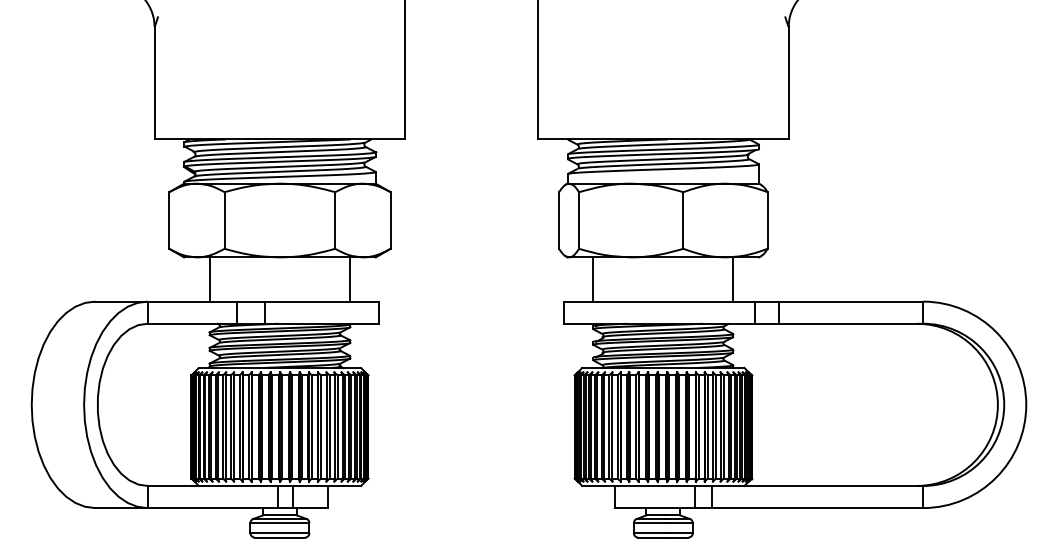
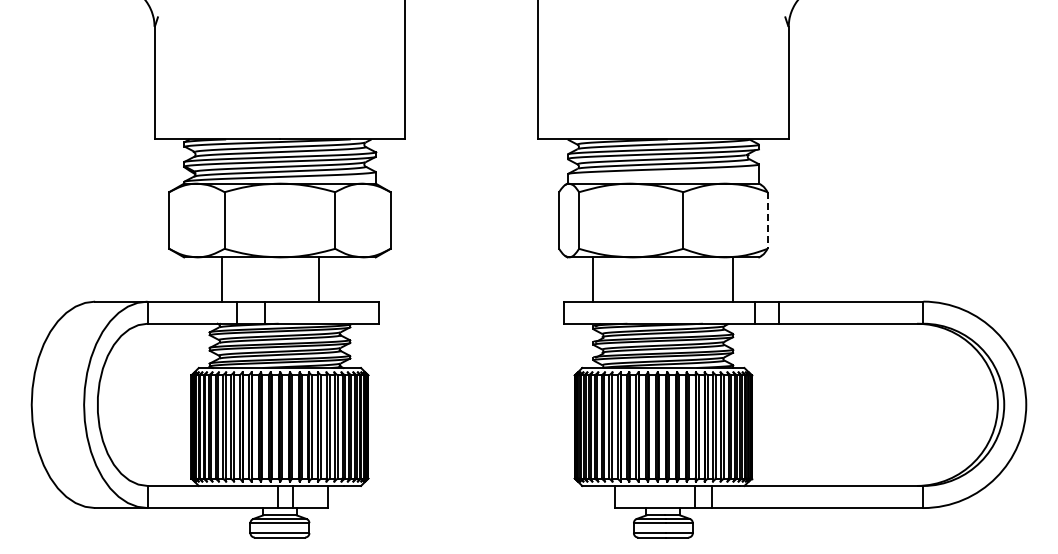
line at (767, 221): solid -> dashed
line at (209, 279) position: (209, 279) -> (221, 279)
line at (349, 279) position: (349, 279) -> (318, 279)
